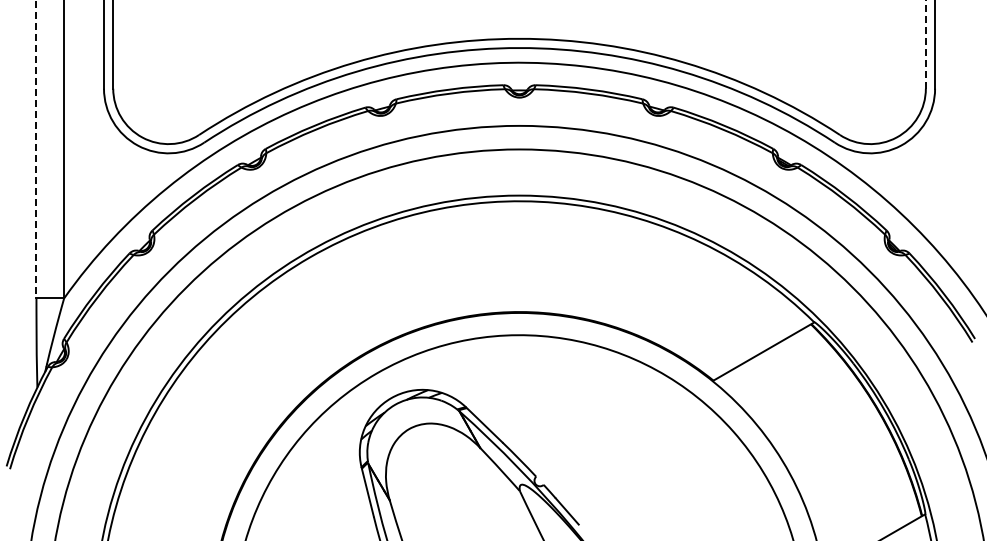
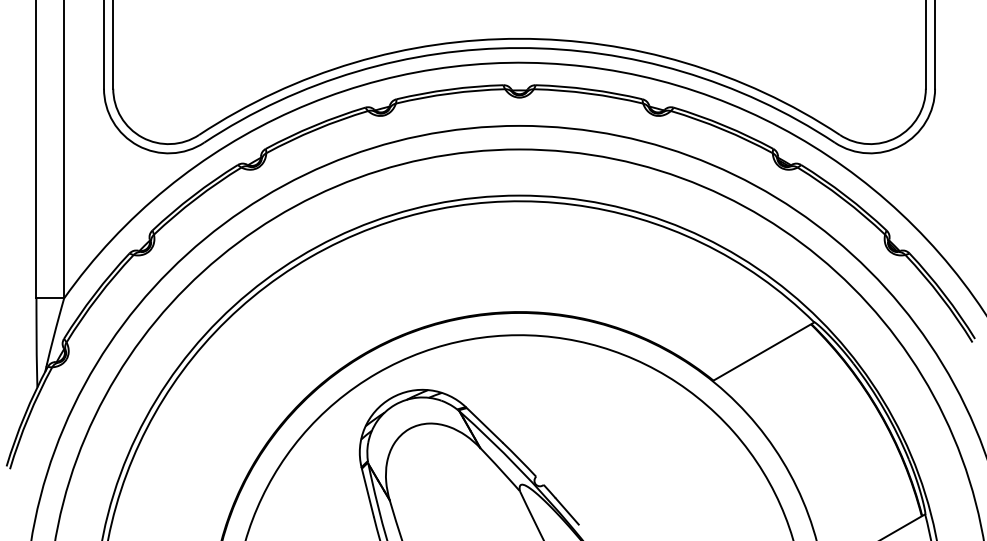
line at (925, 44): dashed -> solid
line at (36, 149): dashed -> solid
